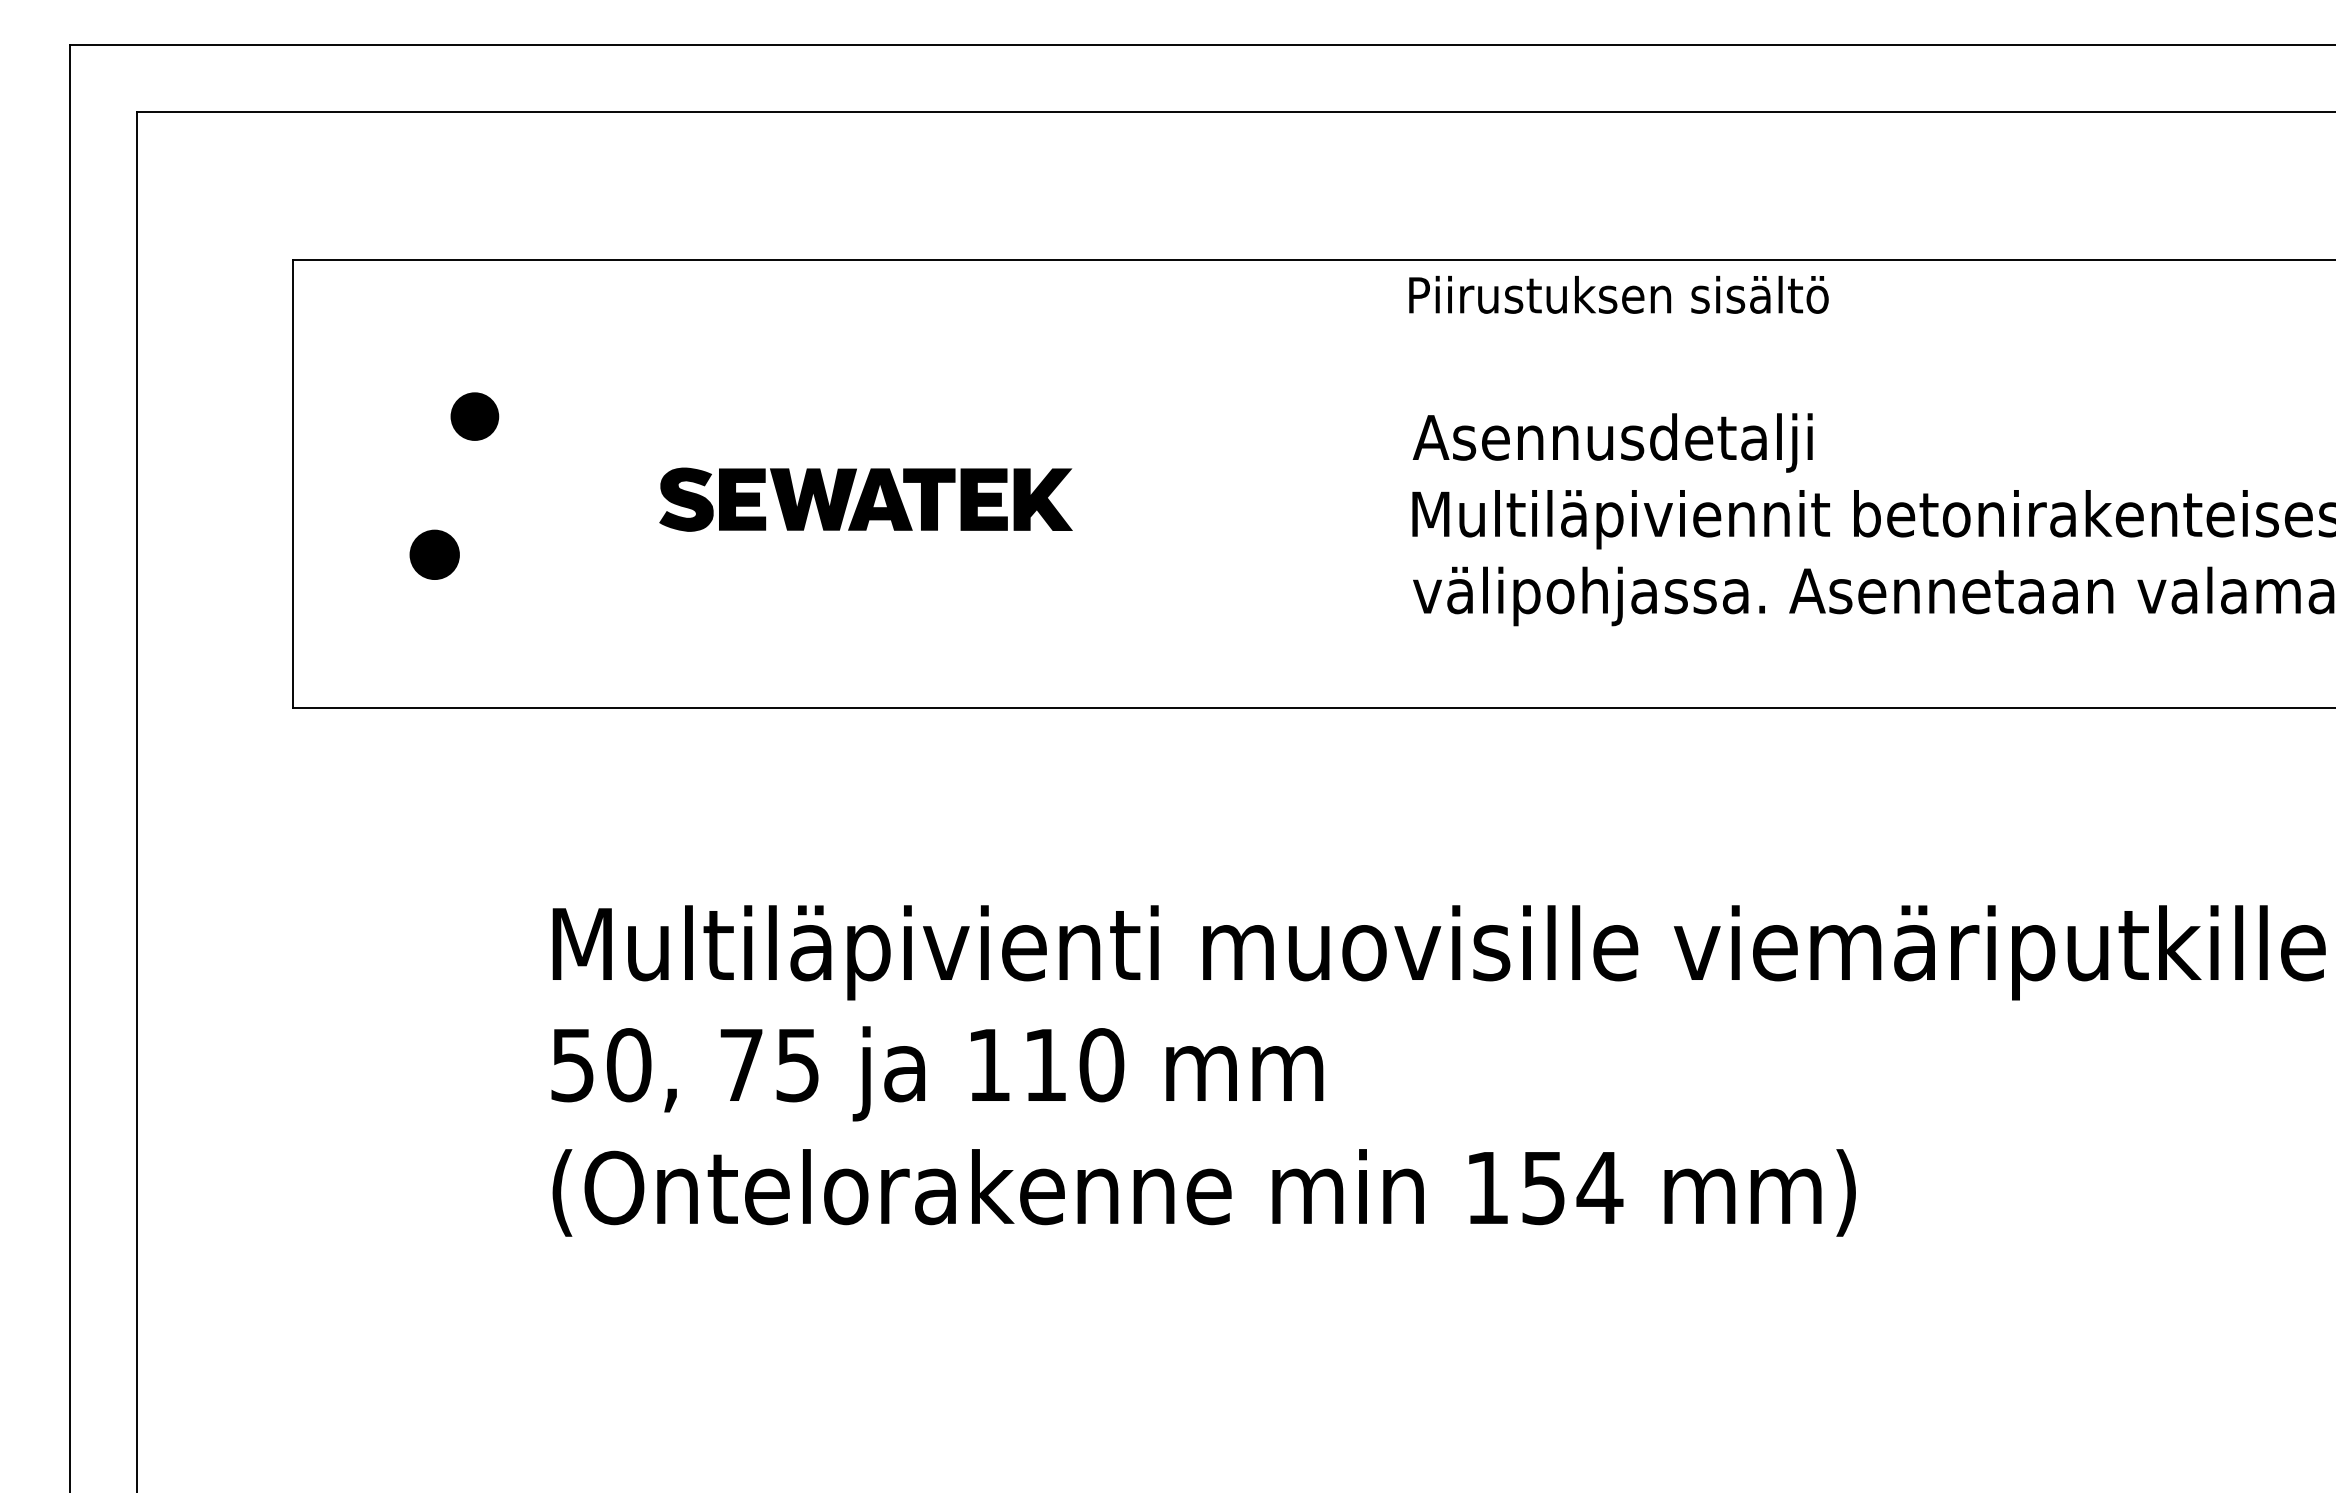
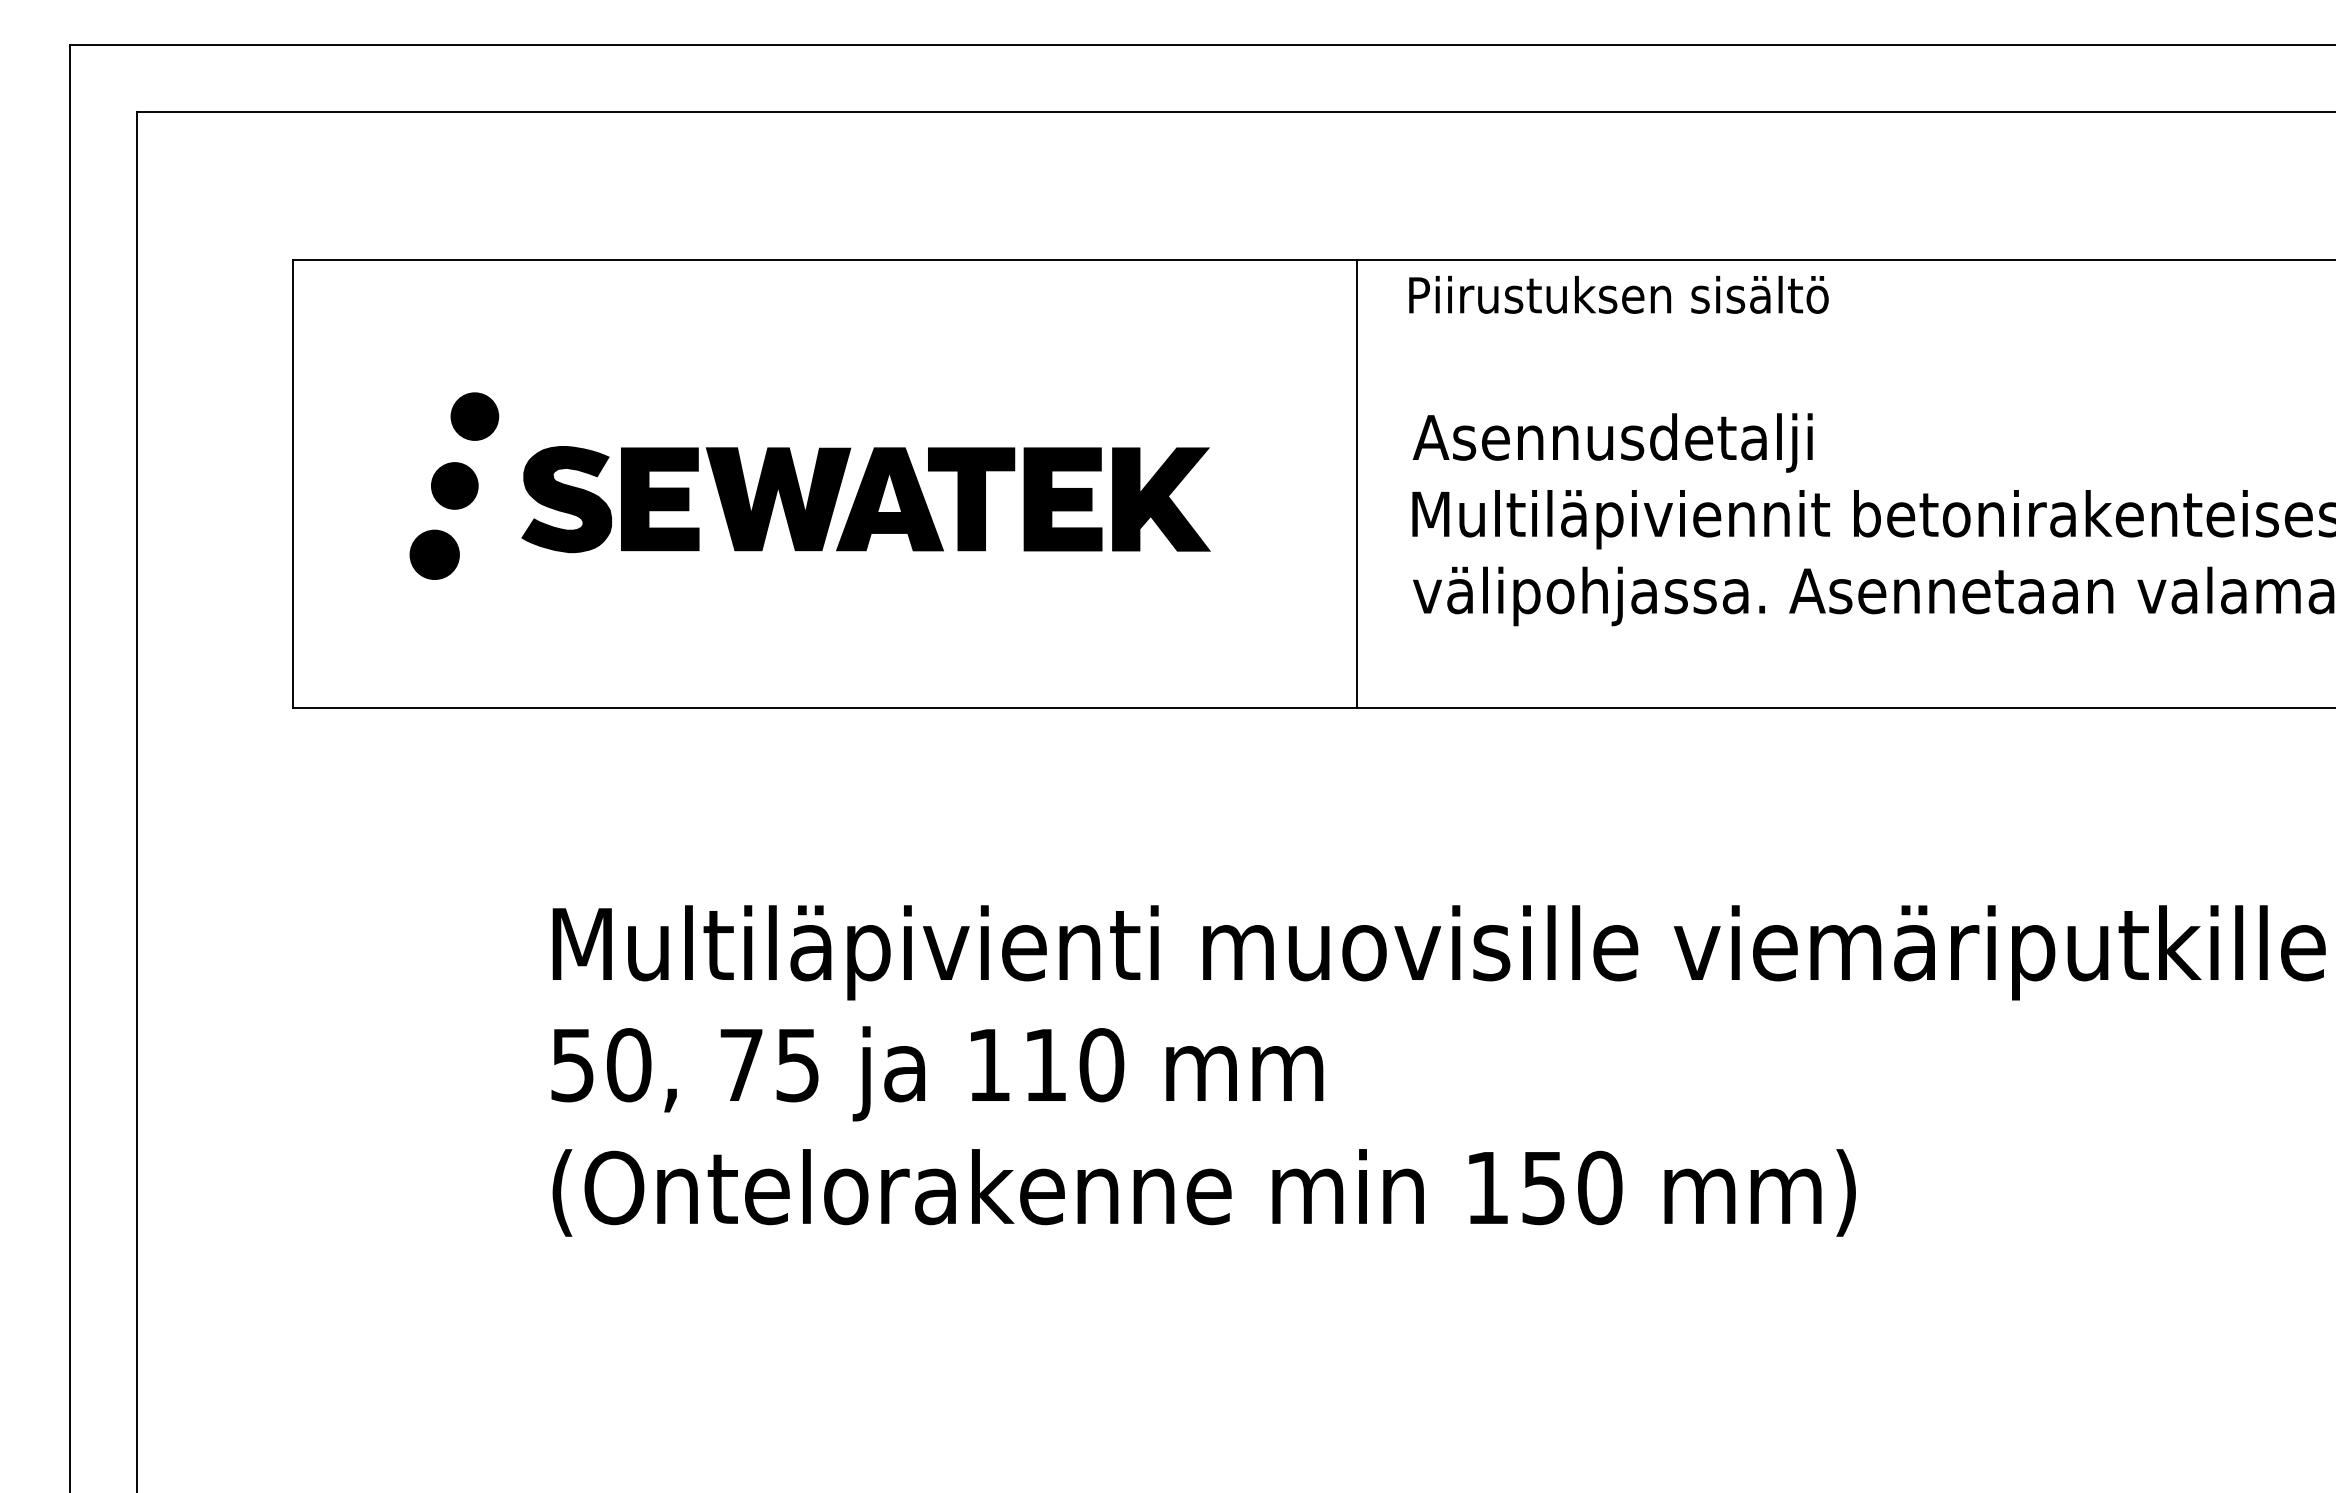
line at (1357, 483): none -> present
fill at (454, 485): none -> present
part at (865, 499) size: 414x65 px -> 690x108 px
text at (1599, 1187): 154 -> 150
